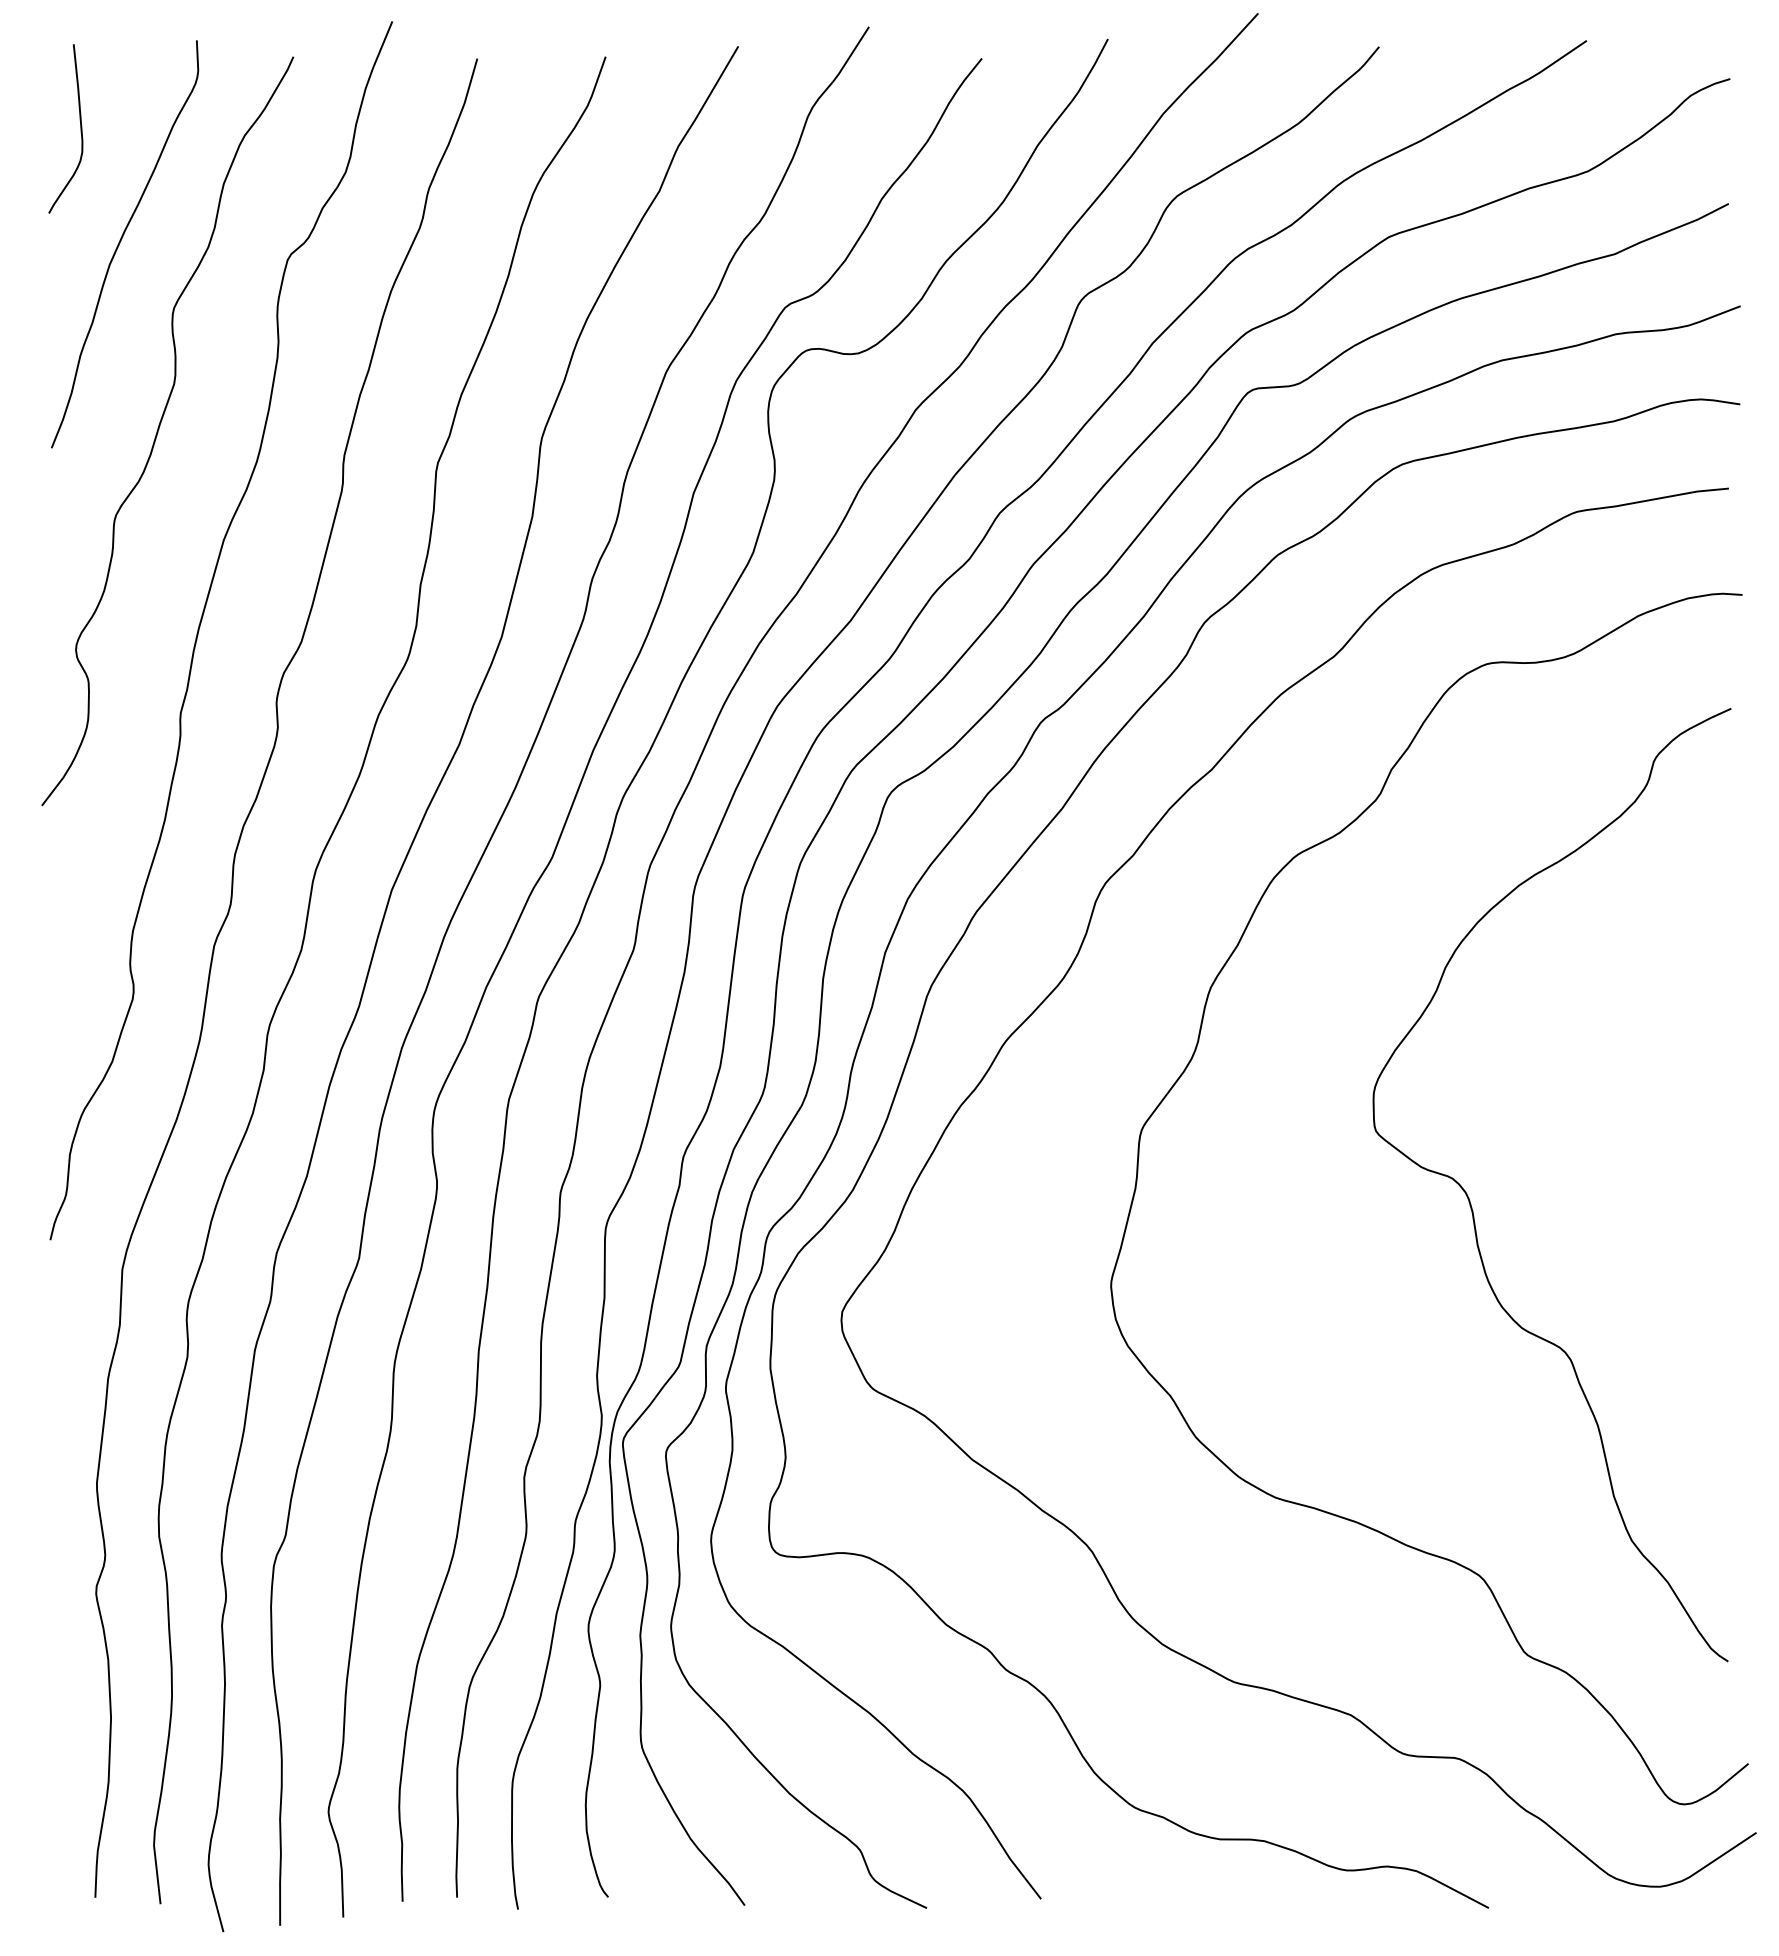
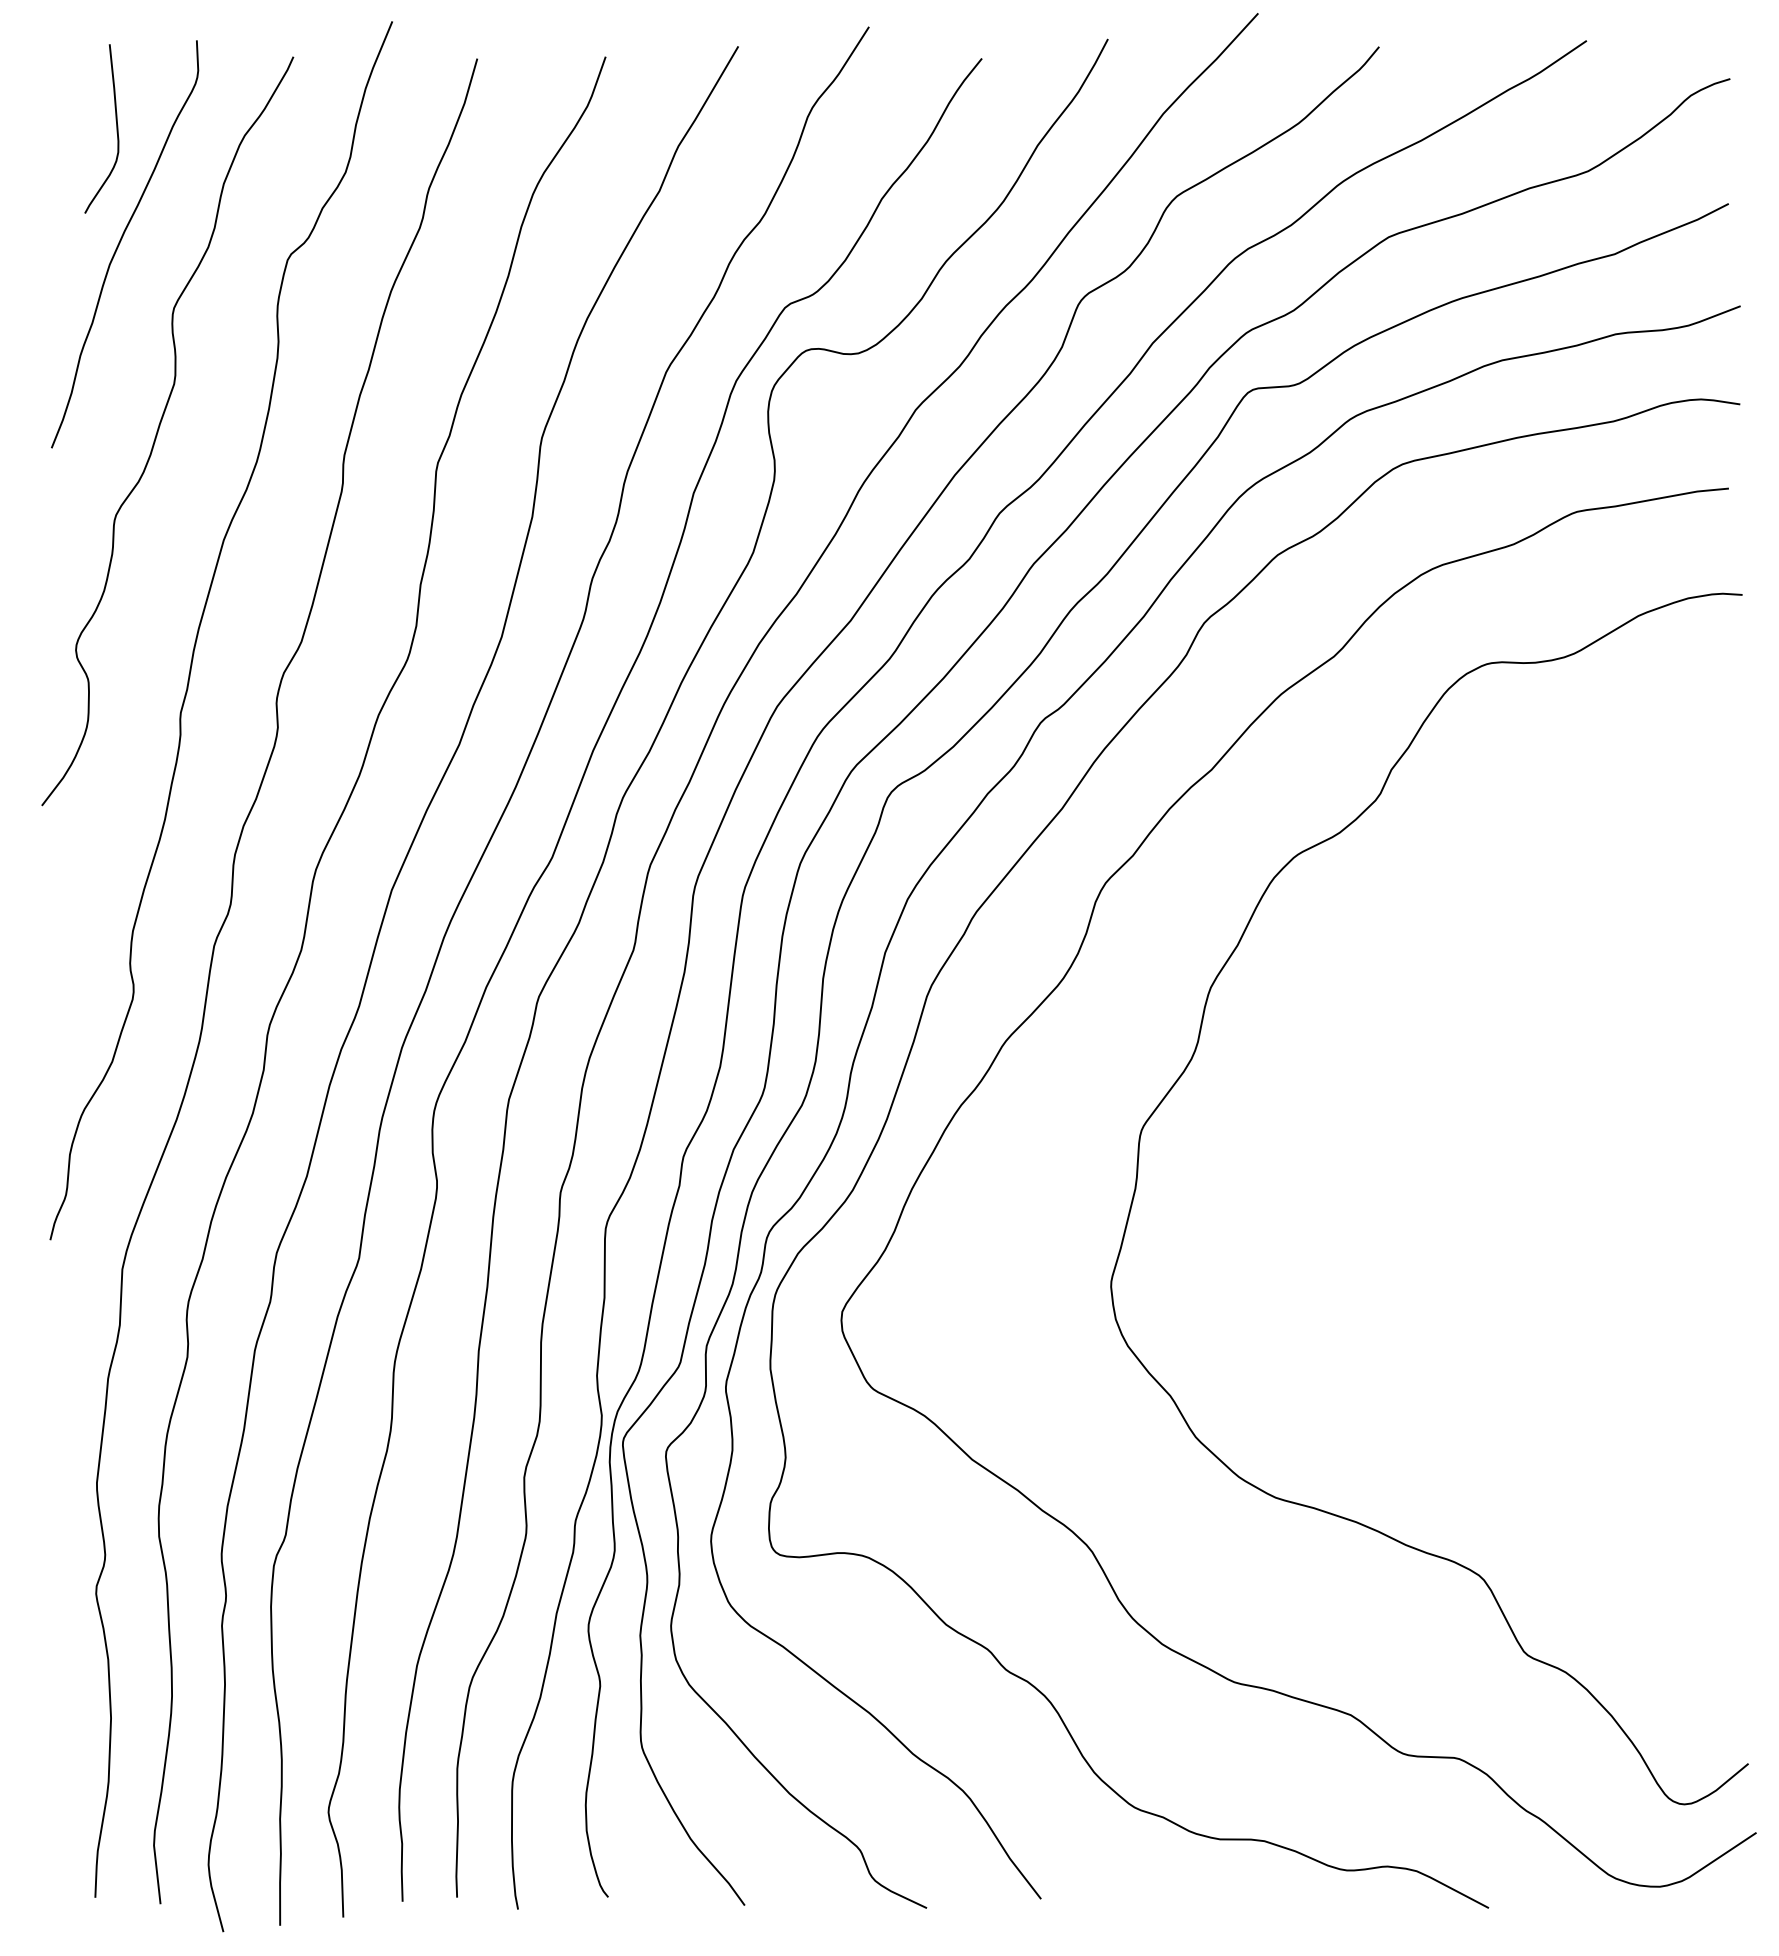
curve at (80, 128) position: (80, 128) -> (116, 128)
curve at (1473, 1210): present -> none
